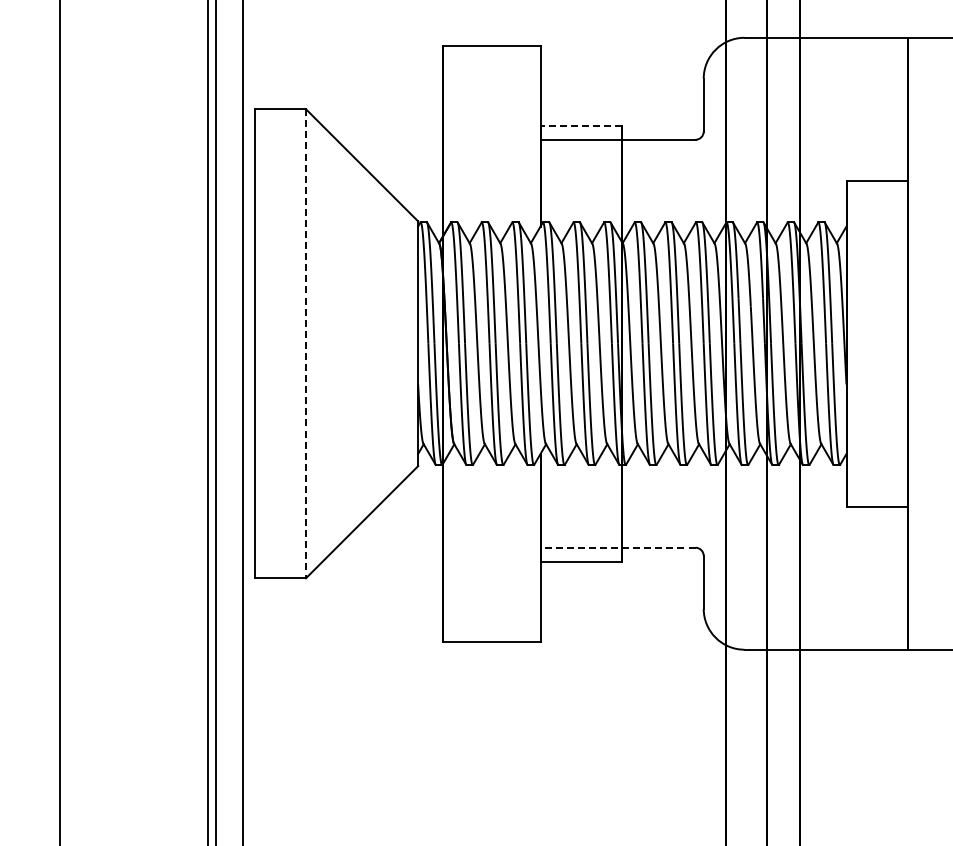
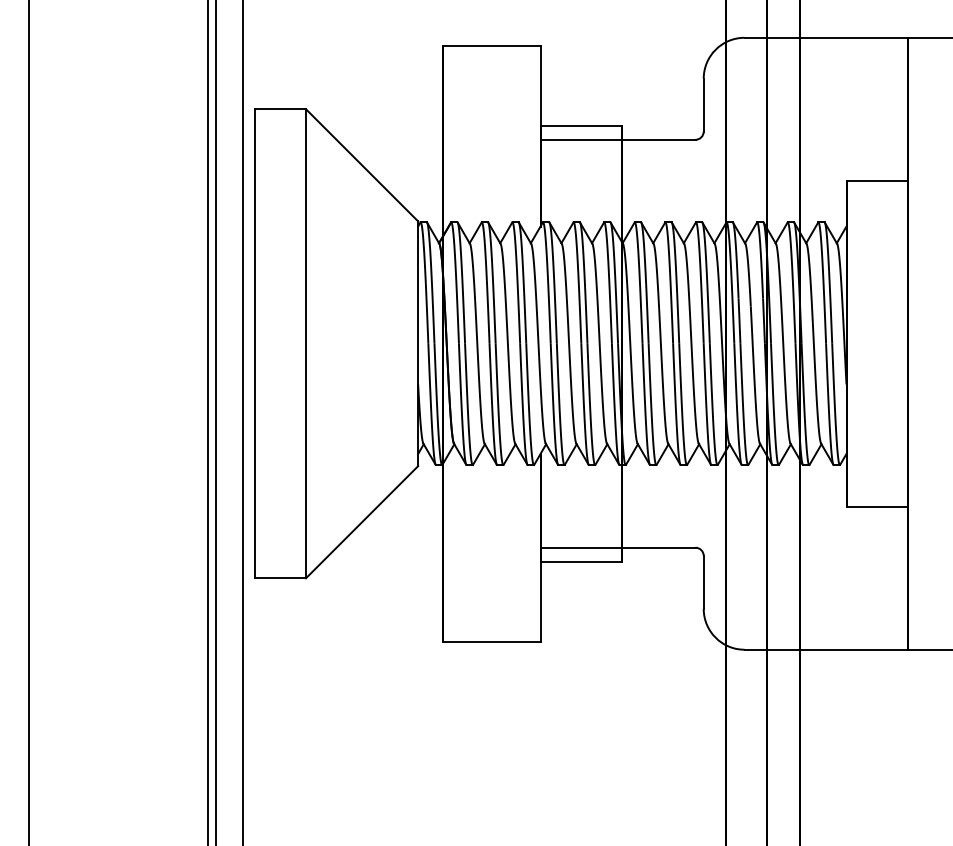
line at (581, 125): dashed -> solid
line at (305, 343): dashed -> solid
line at (59, 422) position: (59, 422) -> (28, 422)
line at (618, 547): dashed -> solid
